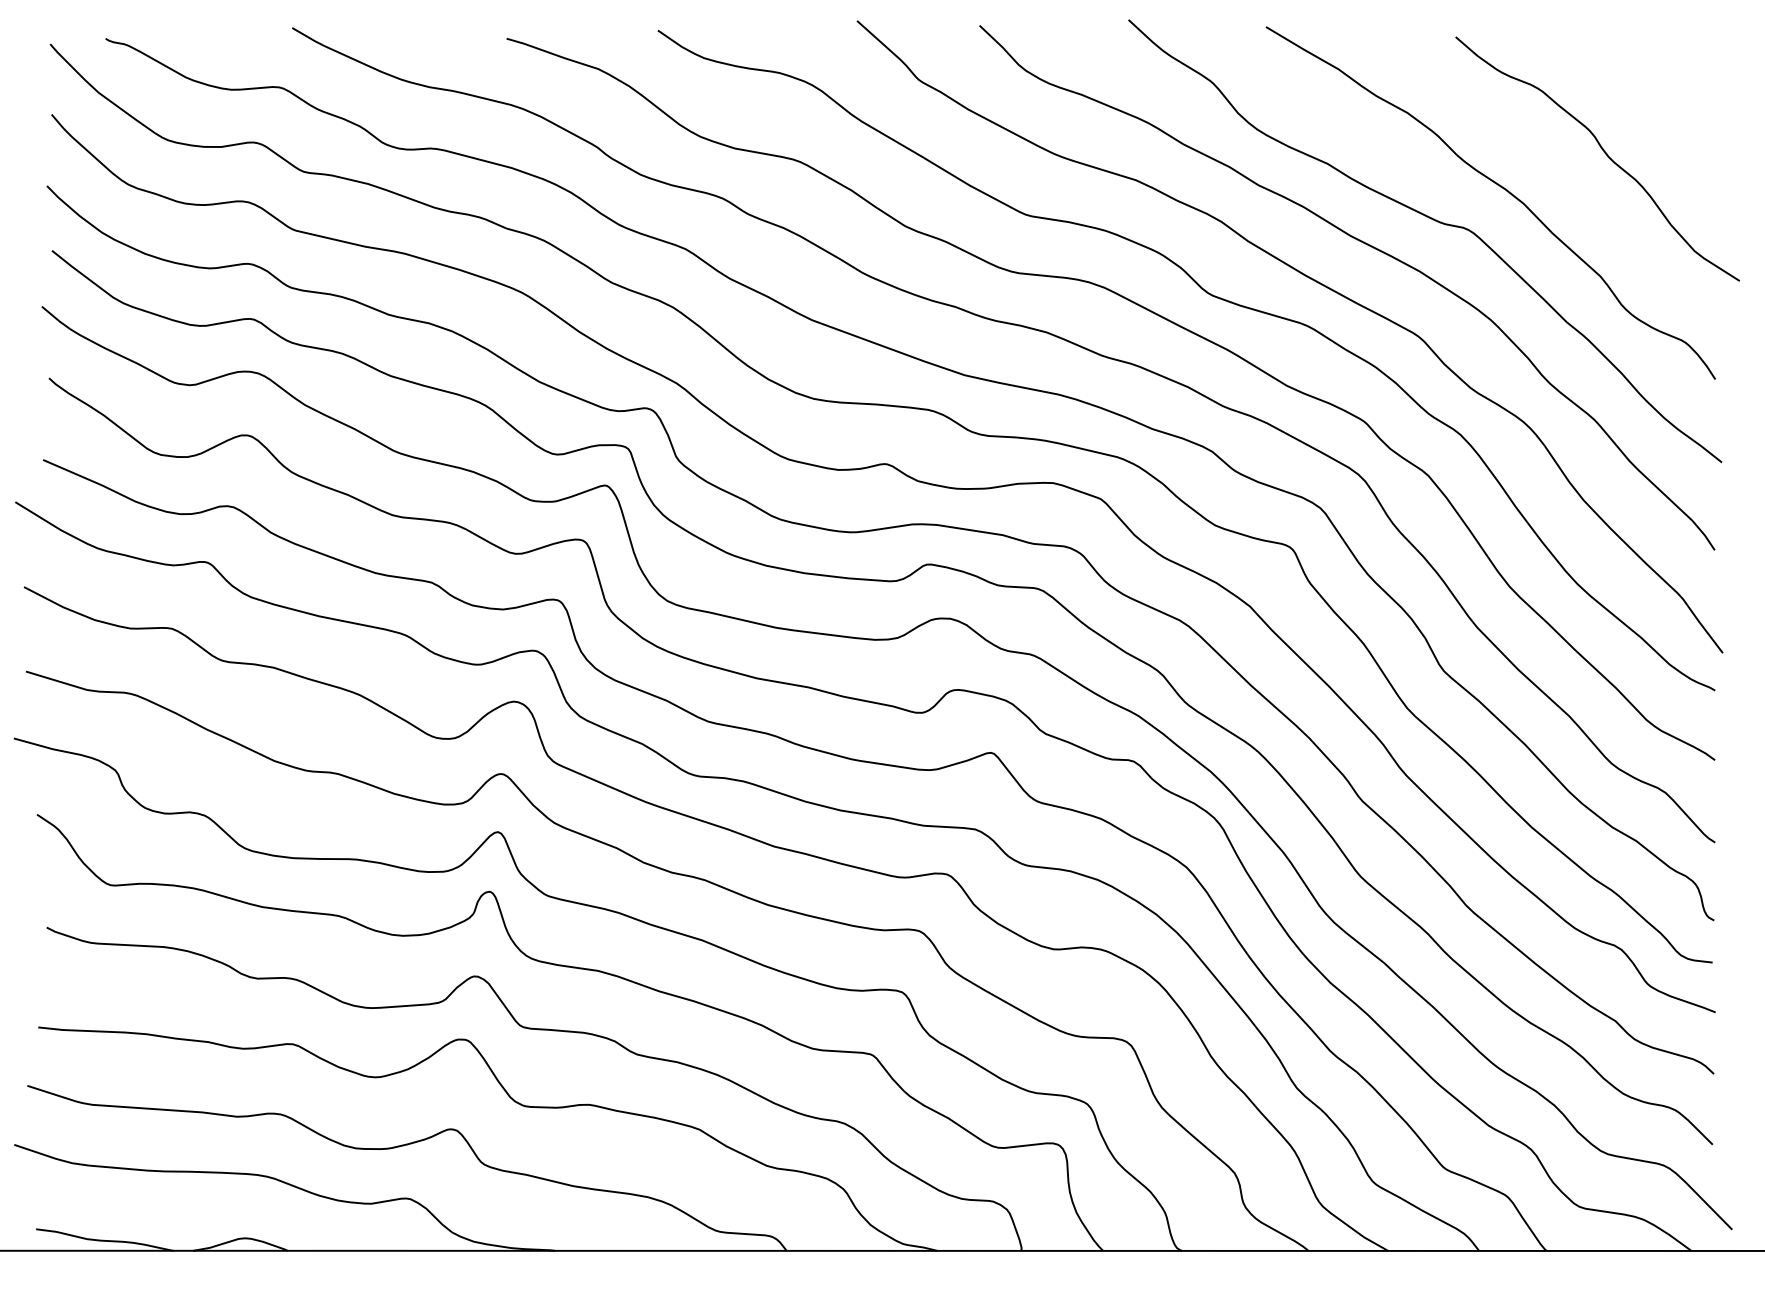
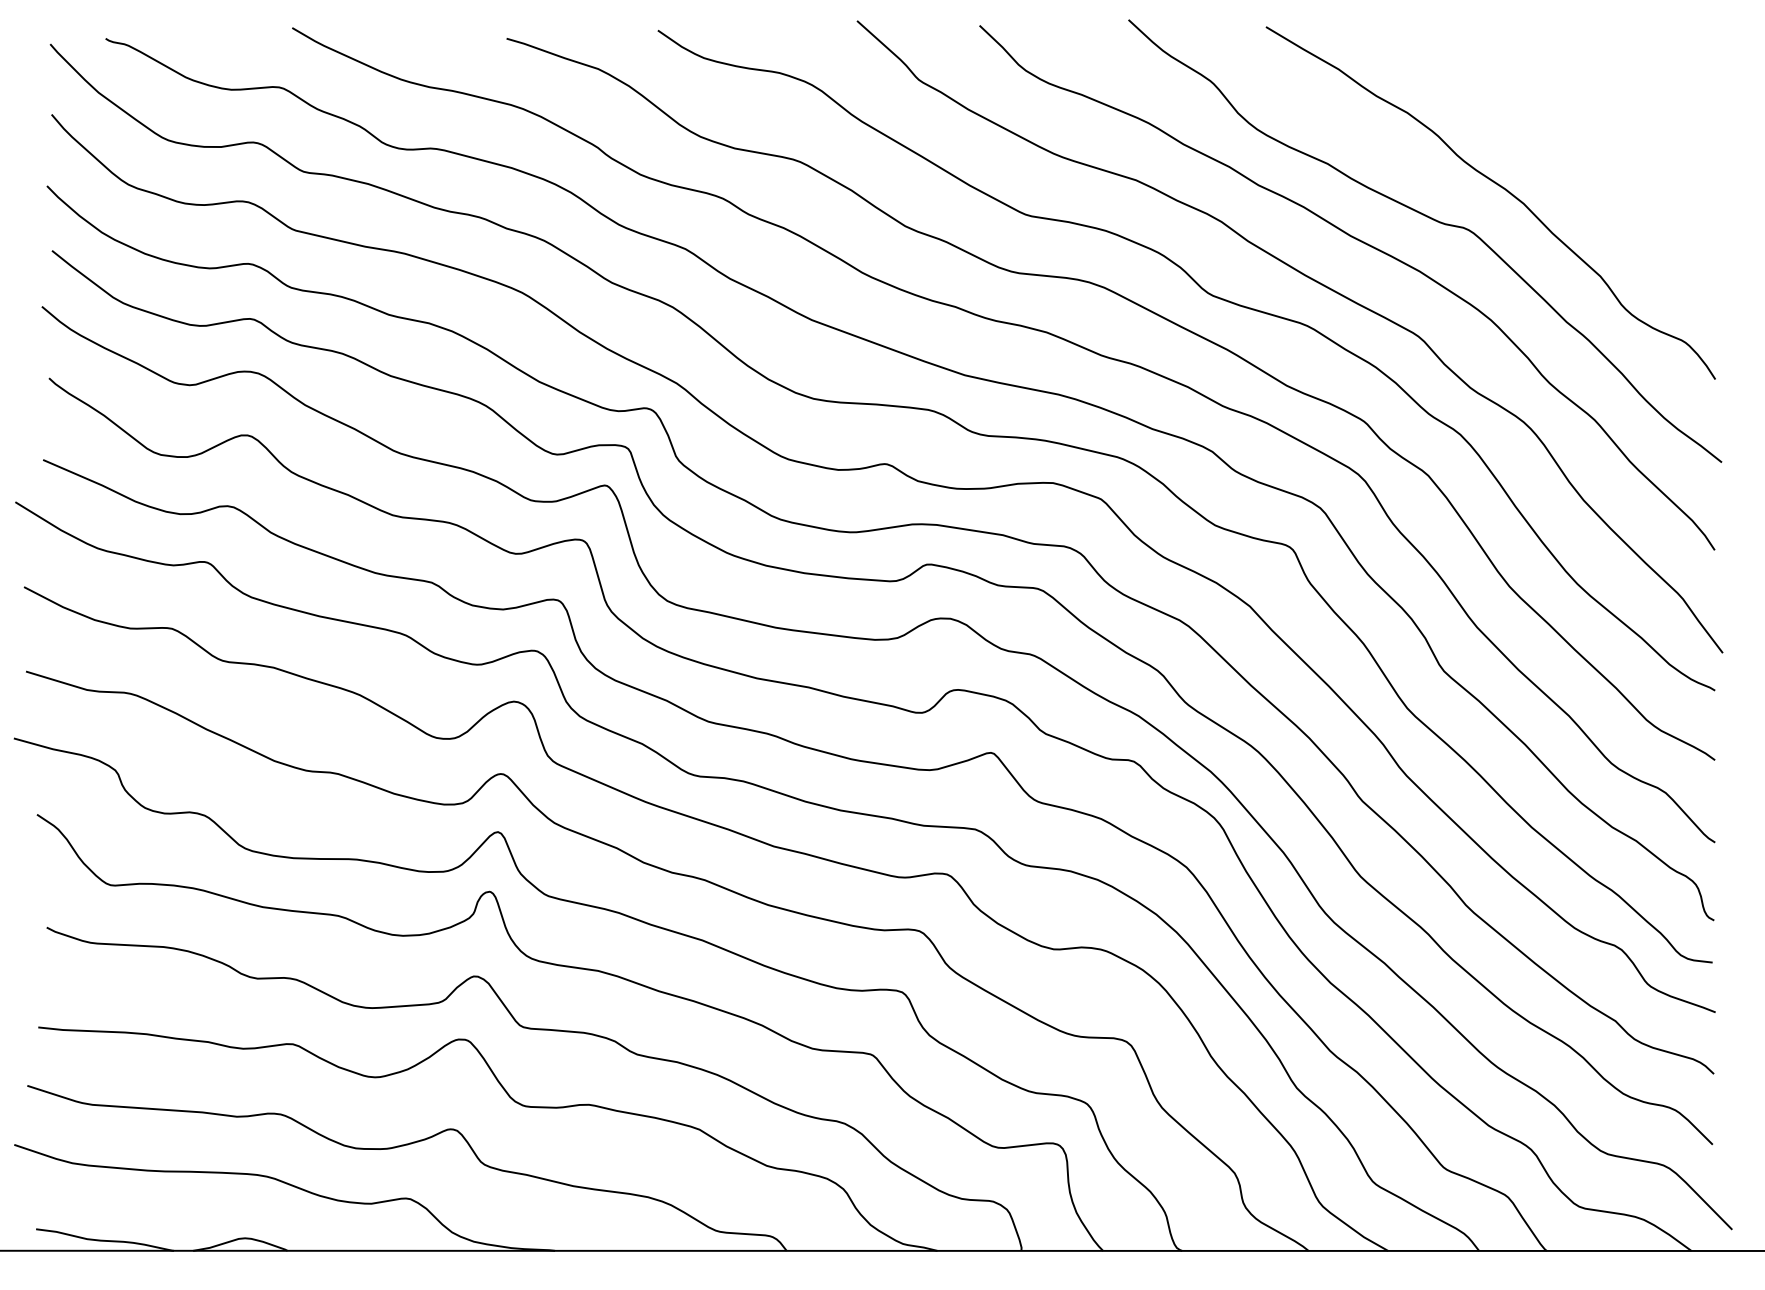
curve at (1604, 153): present -> none
